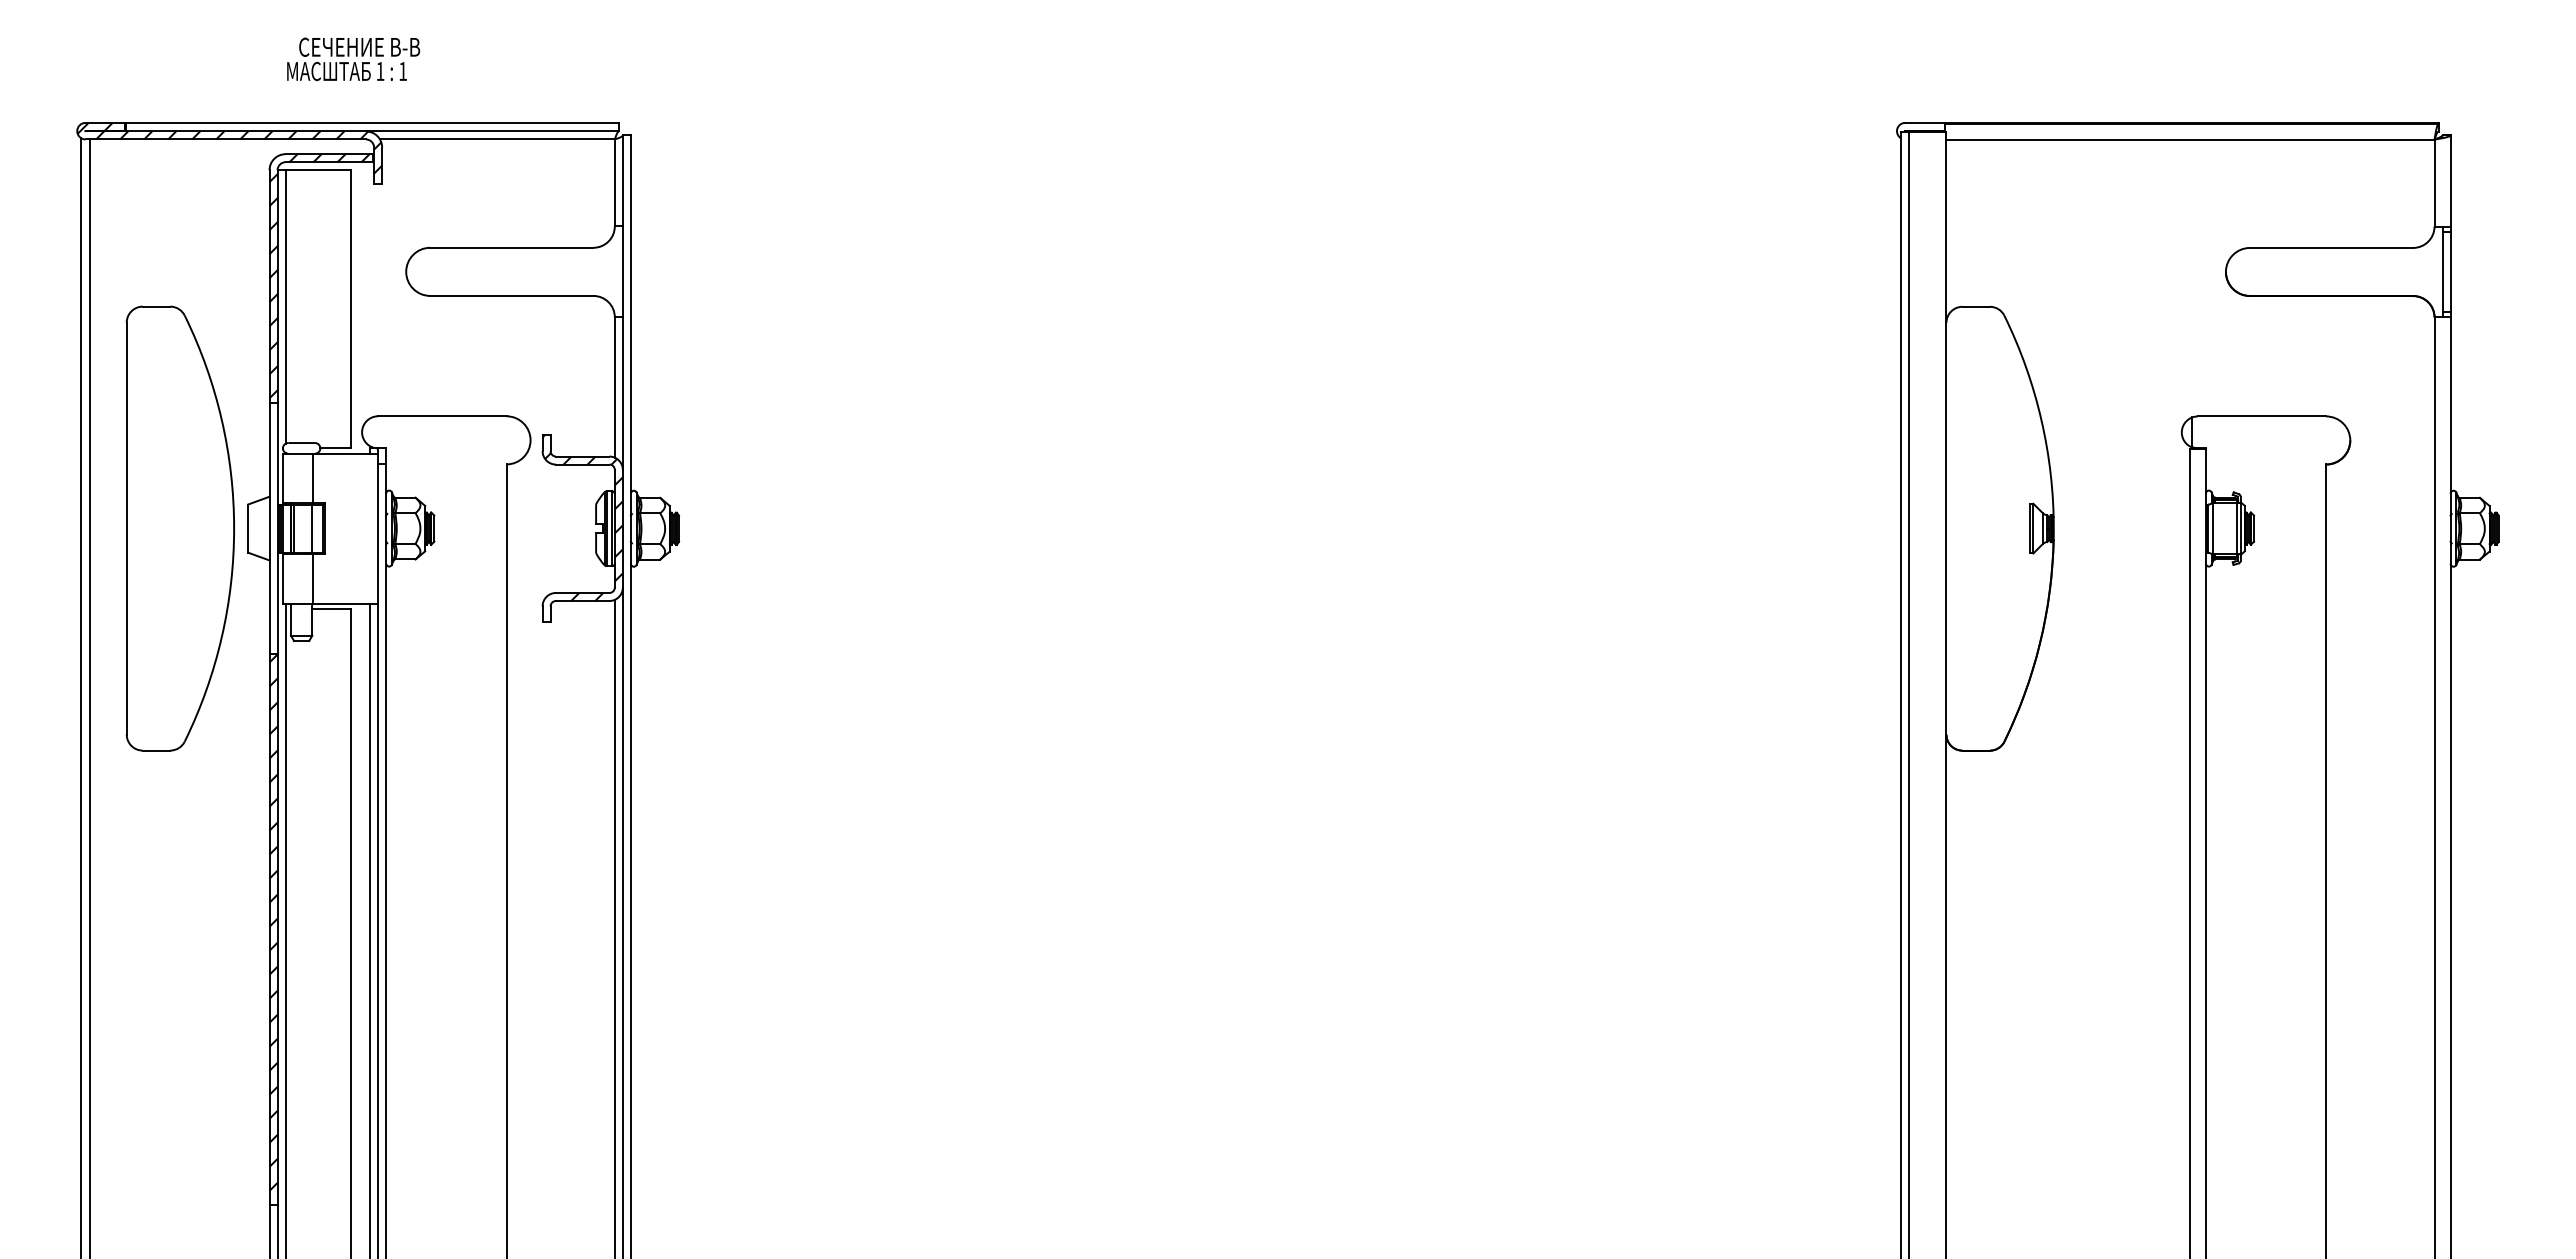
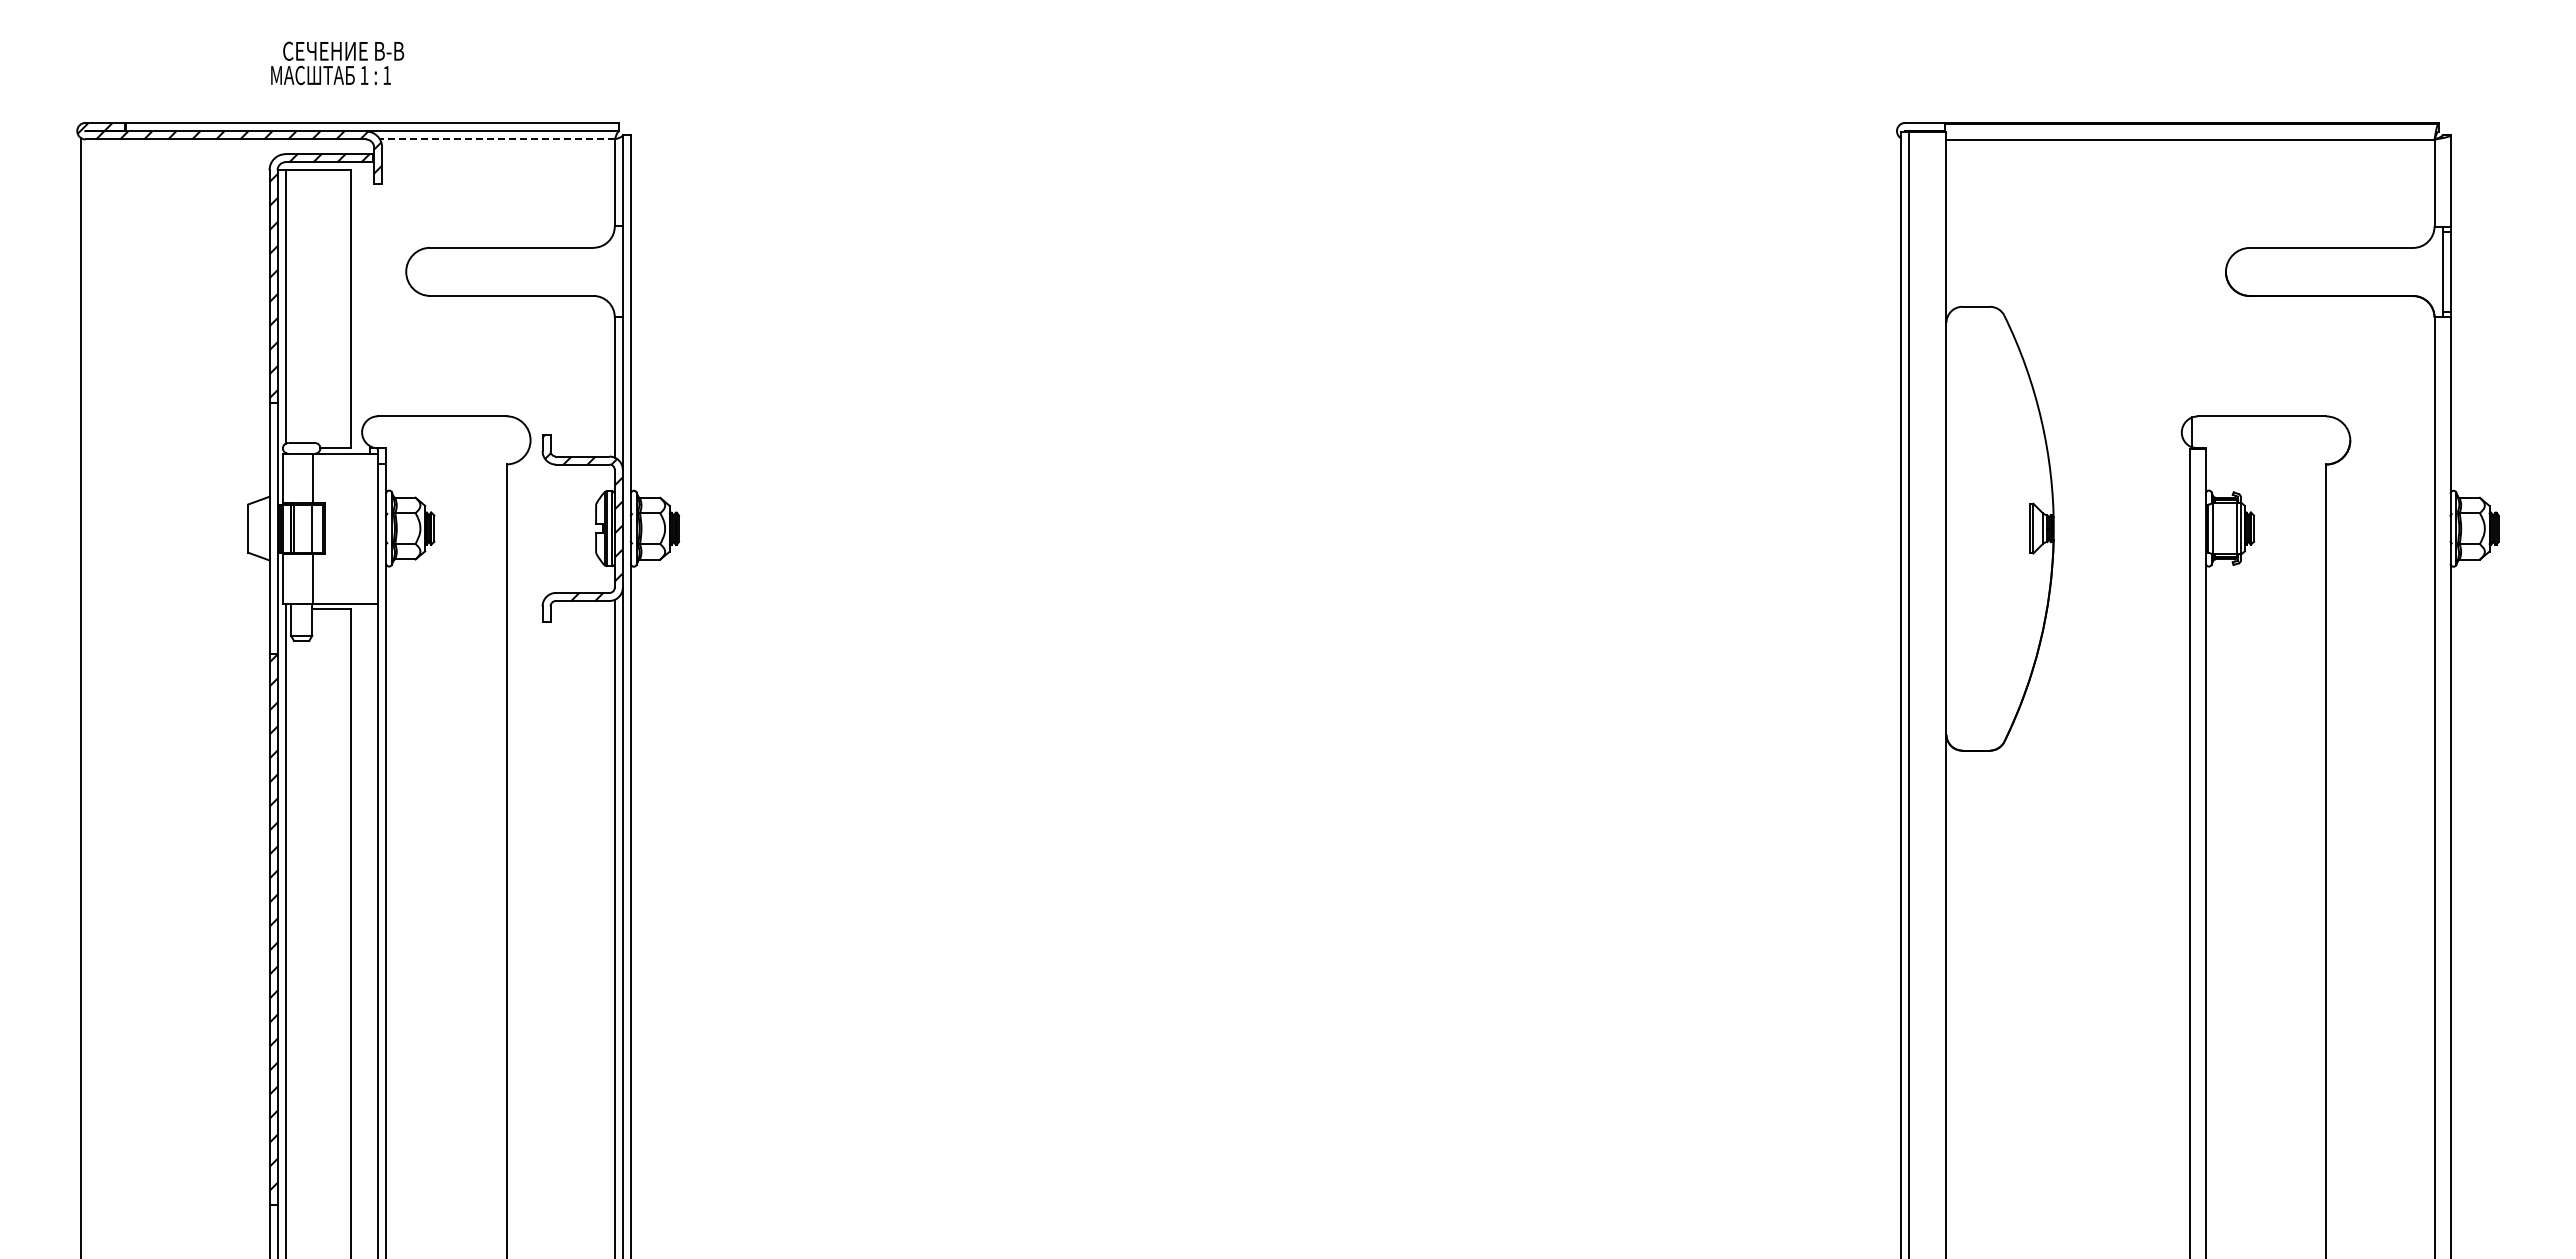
text at (353, 59) position: (353, 59) -> (337, 63)
line at (496, 139): solid -> dashed
part at (179, 528): present -> none
line at (89, 697): present -> none
line at (370, 929): present -> none
